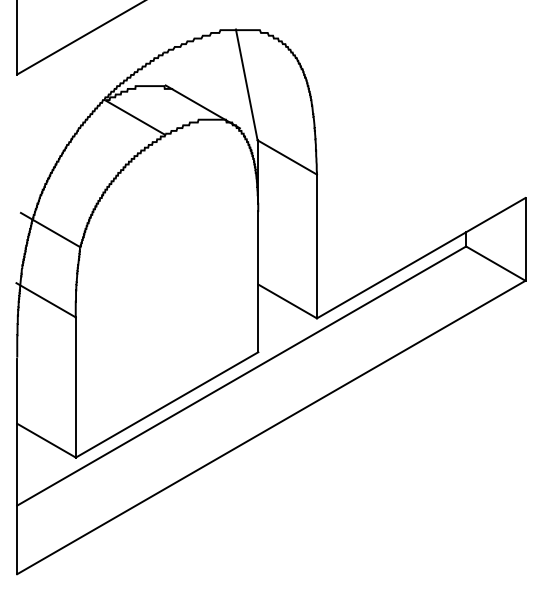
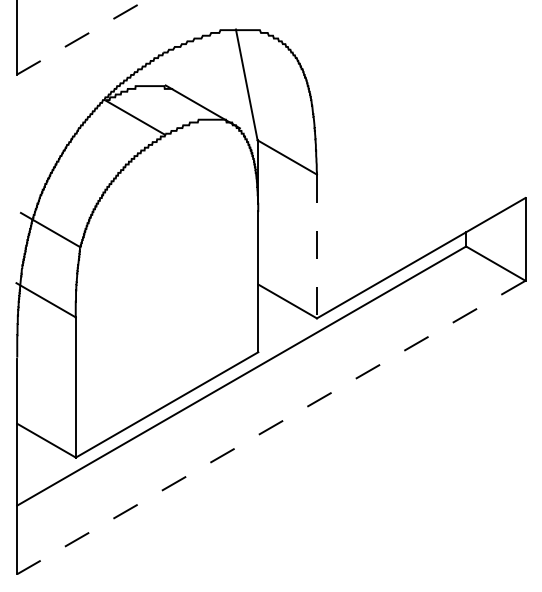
line at (81, 37): solid -> dashed
line at (316, 246): solid -> dashed
line at (270, 427): solid -> dashed
